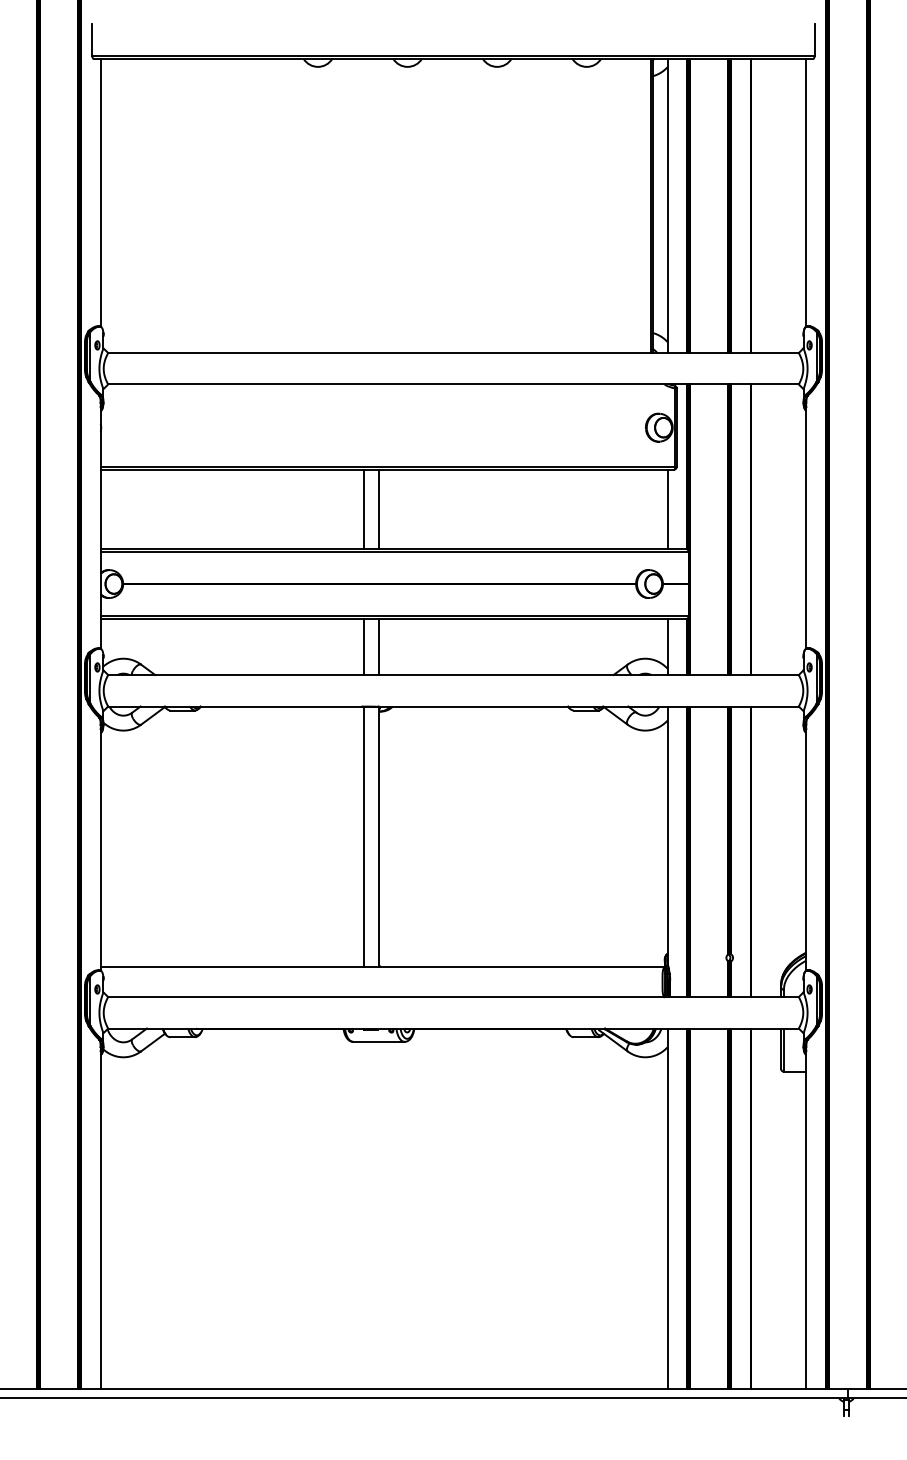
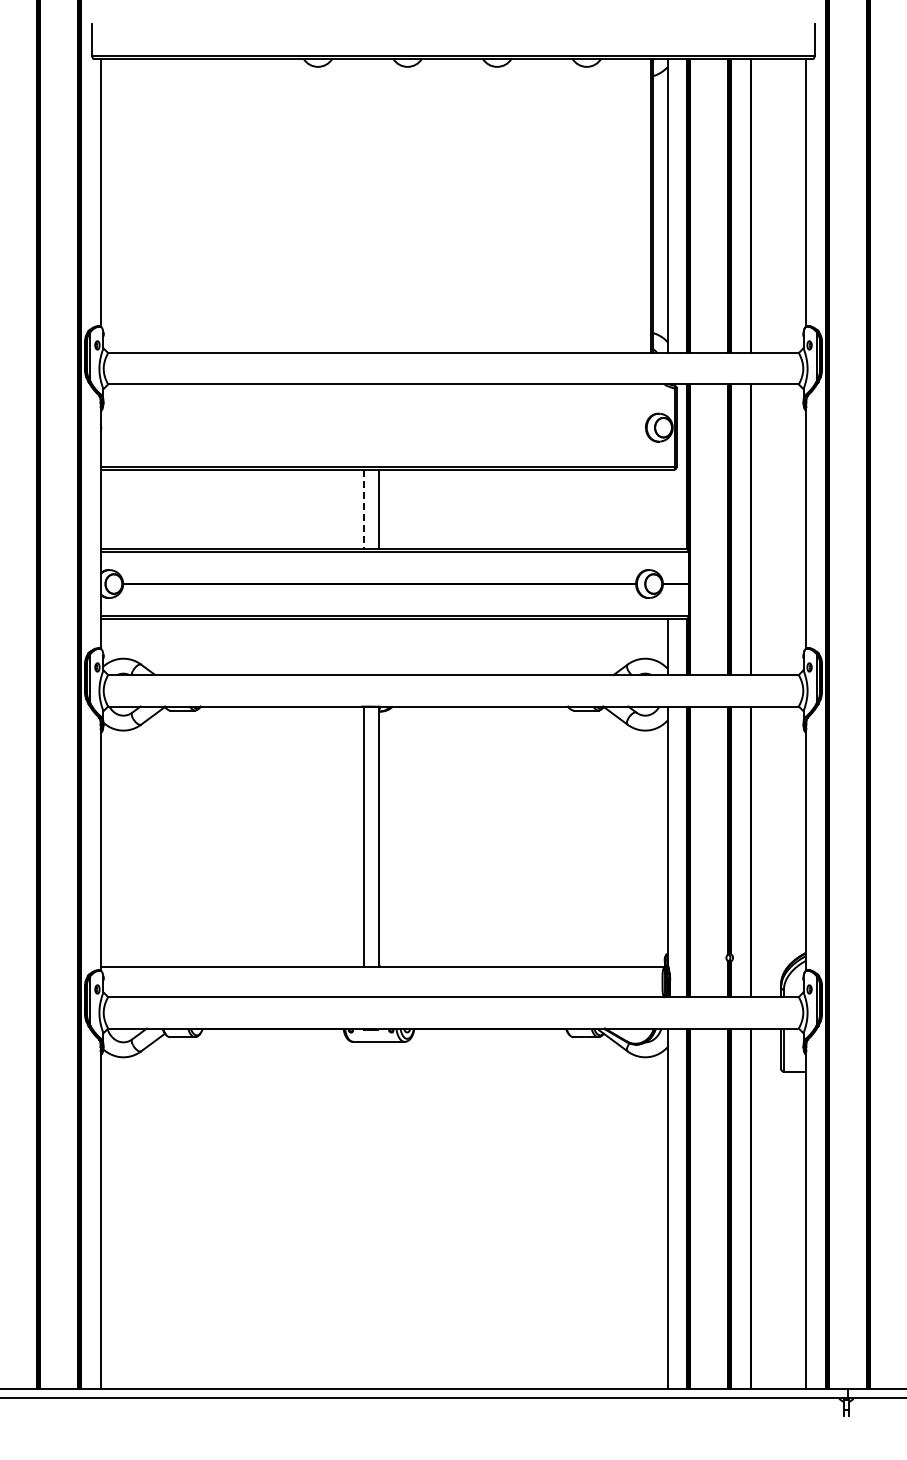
line at (364, 509): solid -> dashed
line at (667, 509): present -> none
line at (364, 647): present -> none
line at (379, 647): present -> none
